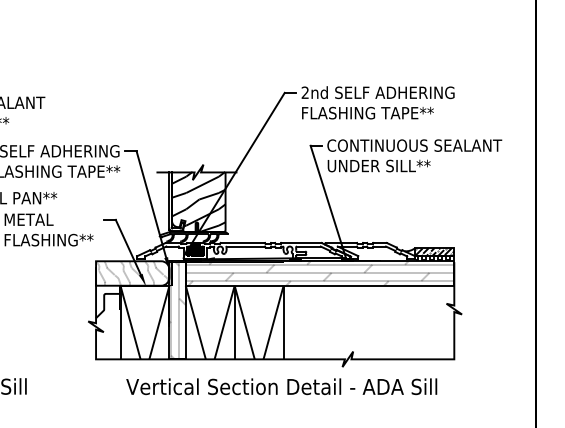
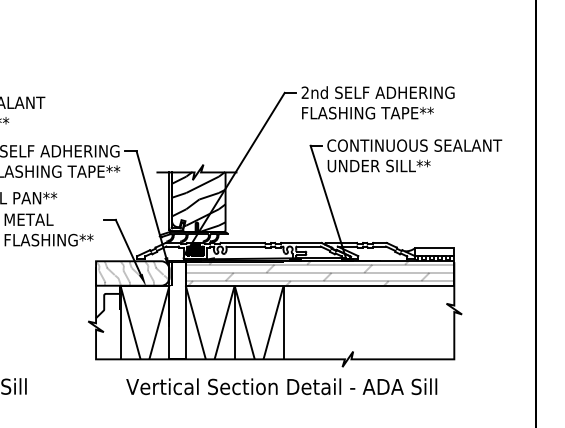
hatch at (434, 252): present -> none
hatch at (177, 310): present -> none
